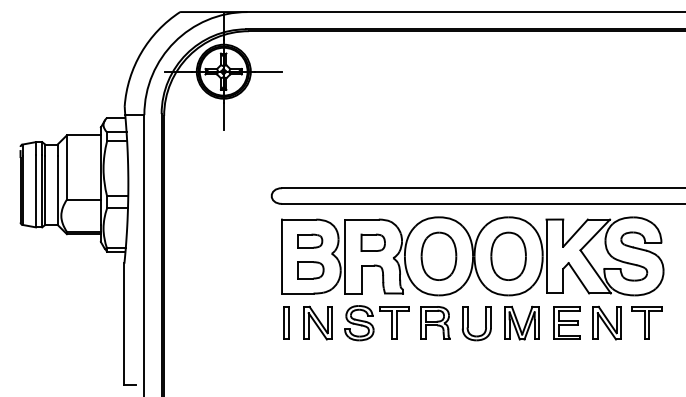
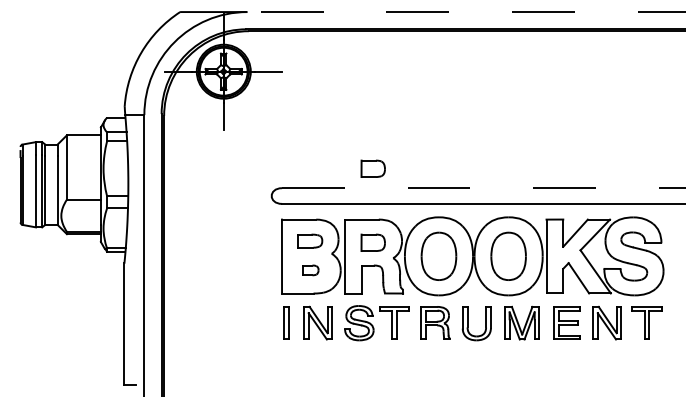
line at (466, 12): solid -> dashed
part at (372, 168): none -> present
line at (483, 188): solid -> dashed
part at (310, 270) size: 28x19 px -> 18x13 px
